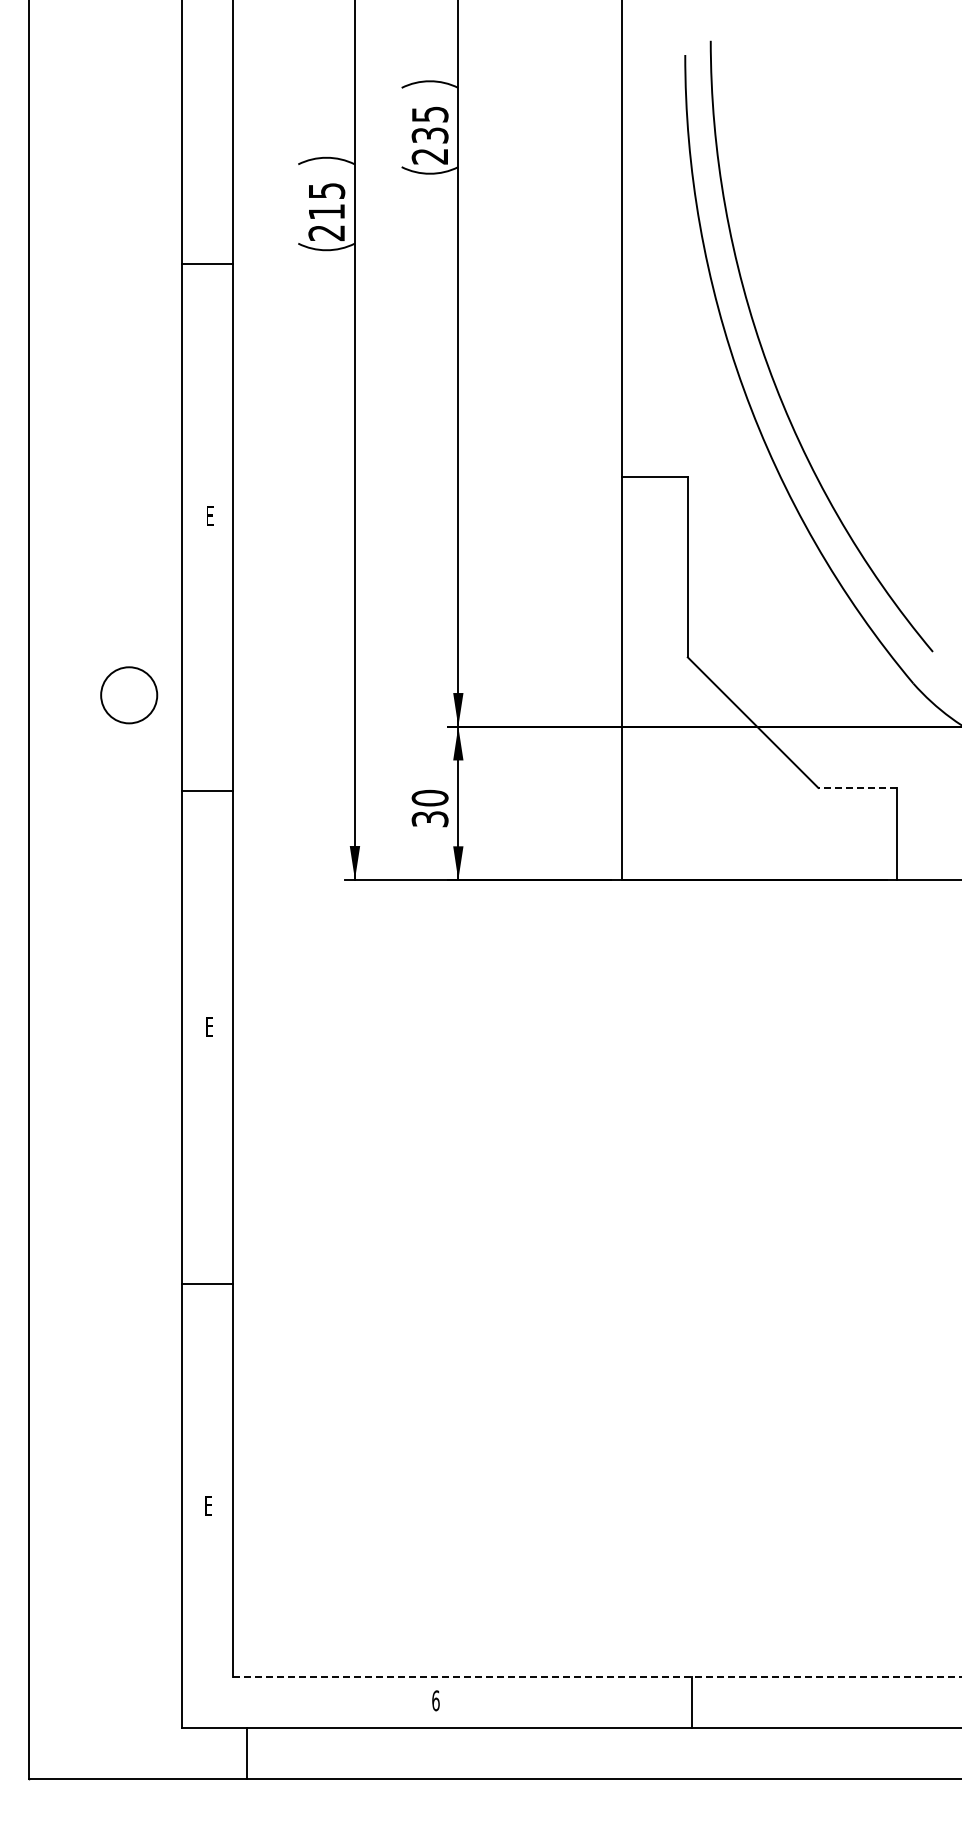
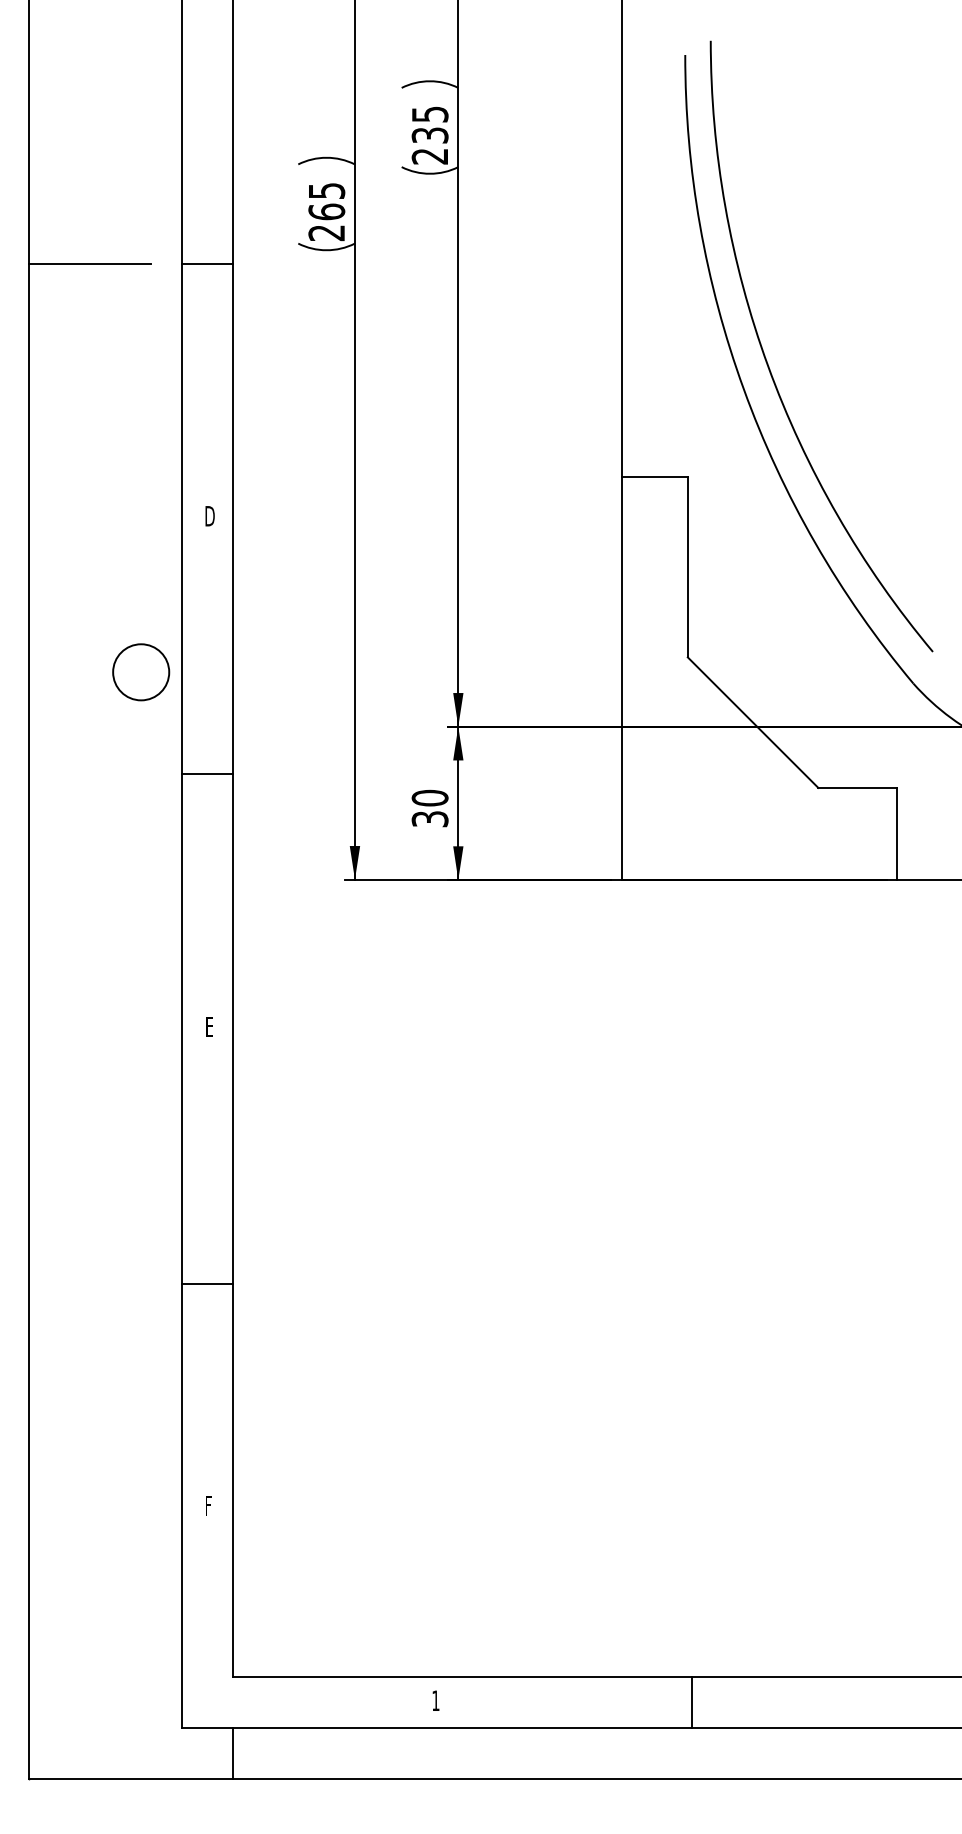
text at (326, 211): 215 -> 265
line at (89, 264): none -> present
text at (209, 516): E -> D
circle at (129, 695) position: (129, 695) -> (141, 672)
line at (857, 787): dashed -> solid
line at (206, 791) position: (206, 791) -> (206, 774)
text at (208, 1505): E -> F
line at (597, 1676): dashed -> solid
text at (435, 1700): 6 -> 1
line at (246, 1752) position: (246, 1752) -> (232, 1752)
